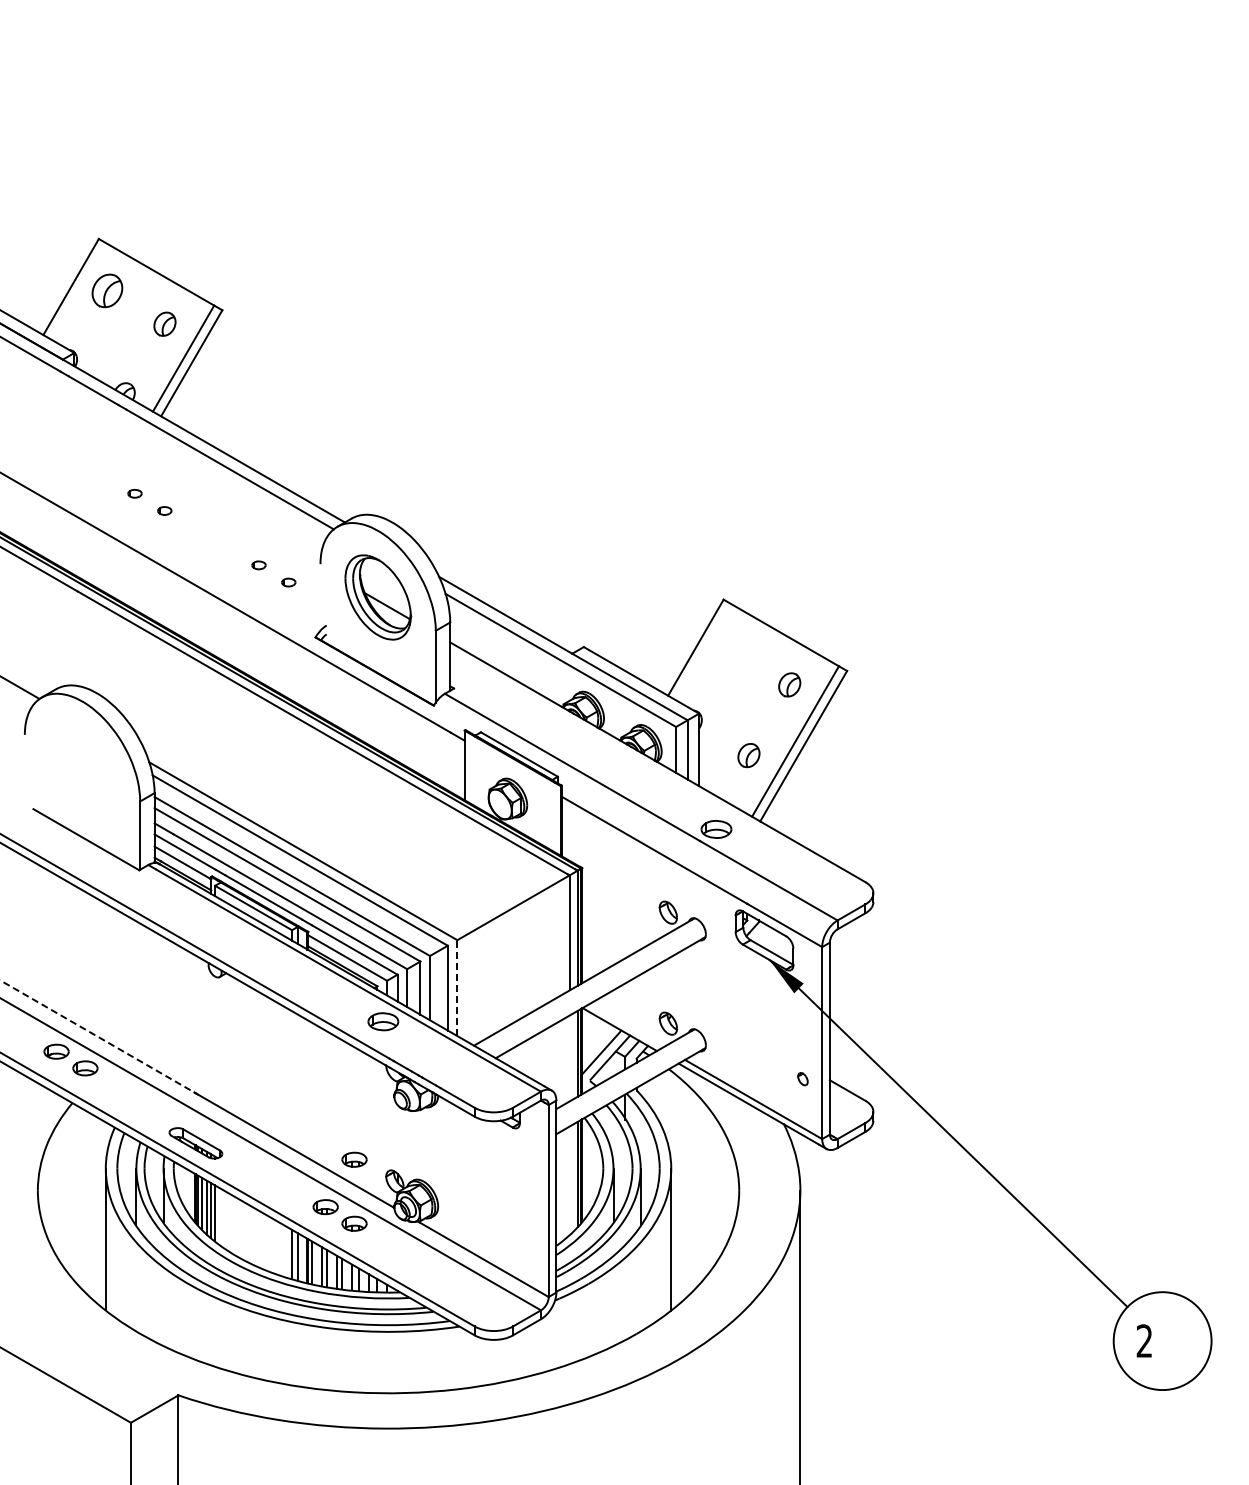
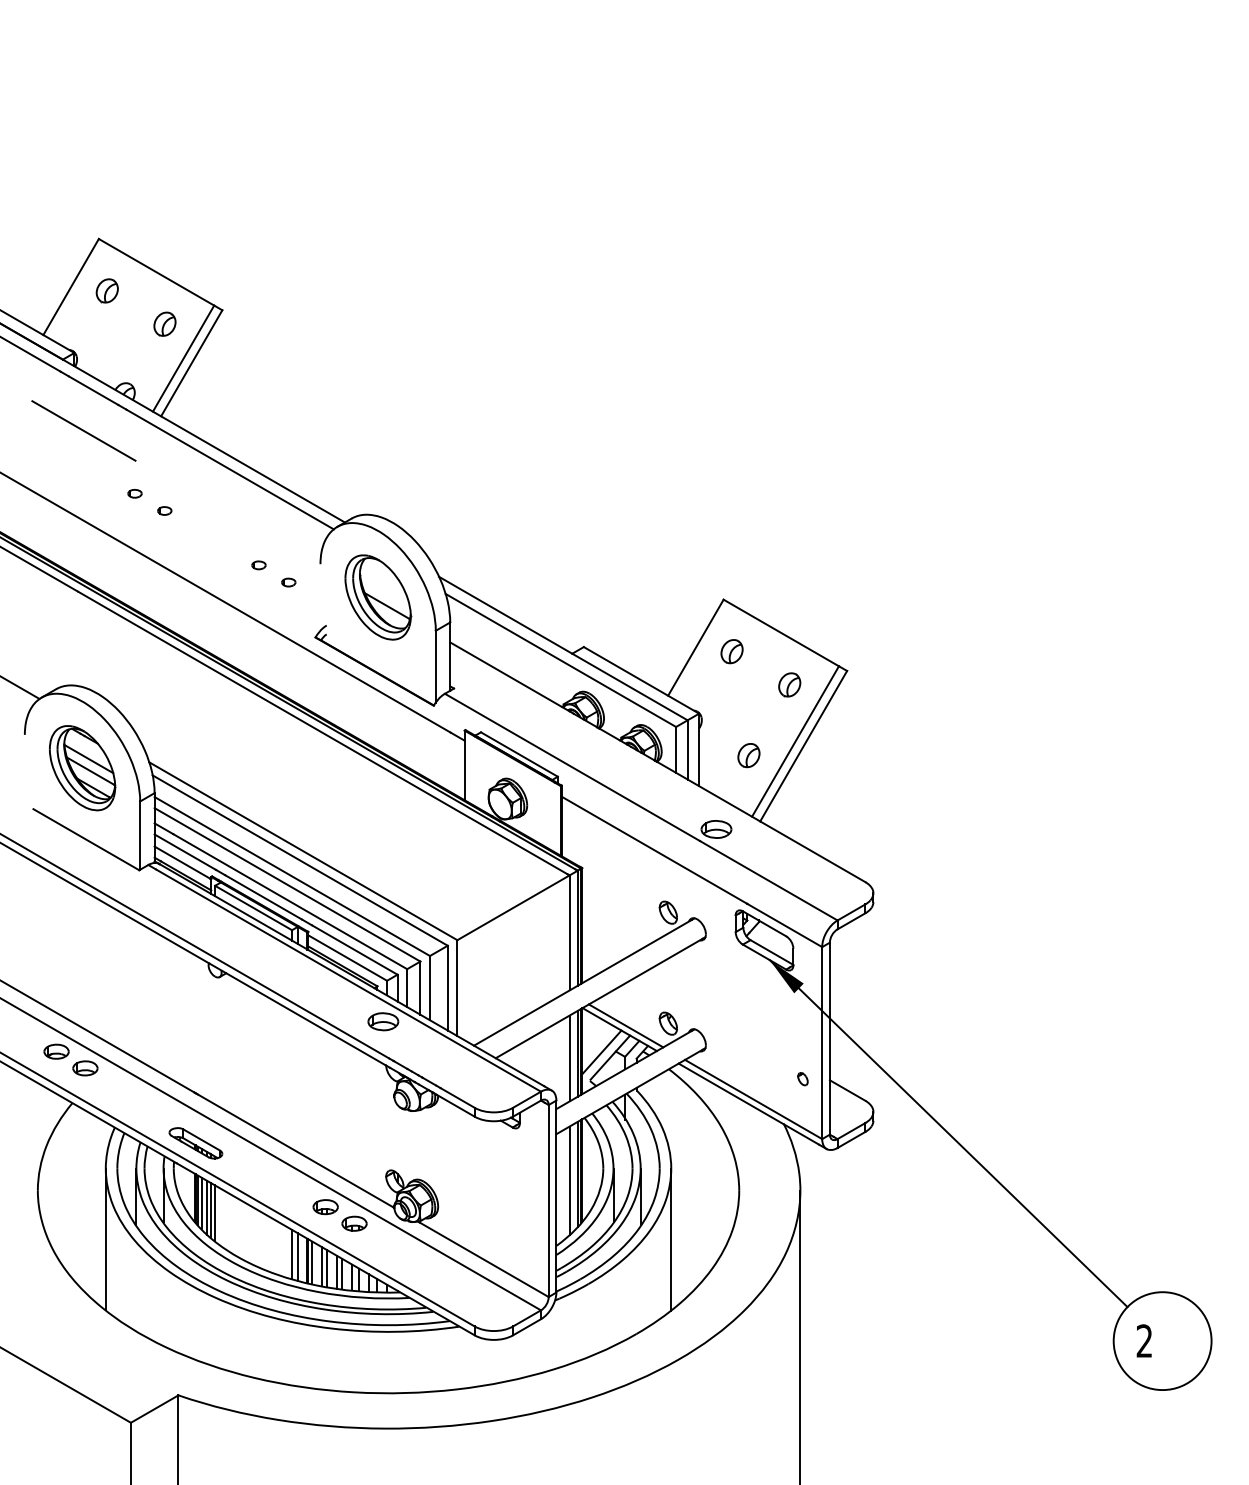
part at (107, 290) size: 33x36 px -> 24x26 px
line at (83, 430): none -> present
part at (731, 651): none -> present
part at (82, 768): none -> present
line at (457, 988): dashed -> solid
line at (625, 1025): none -> present
line at (97, 1036): dashed -> solid
line at (569, 1058): none -> present
part at (354, 1159): present -> none
line at (569, 1180): none -> present
